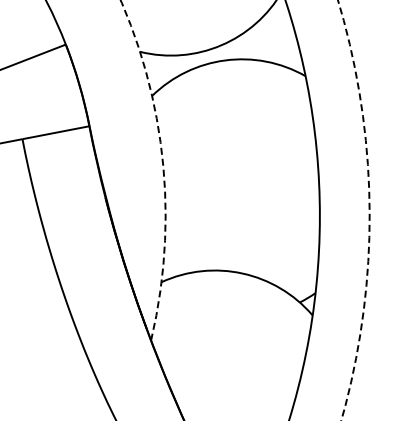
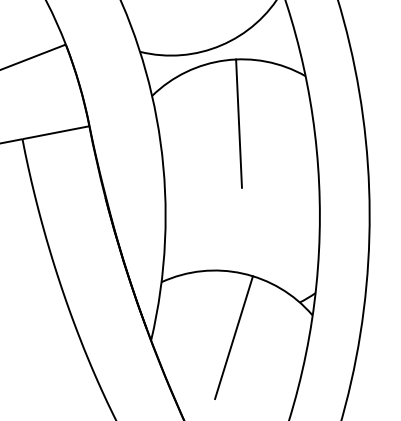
line at (238, 123): none -> present
arc at (163, 165): dashed -> solid
arc at (369, 211): dashed -> solid
line at (233, 337): none -> present
